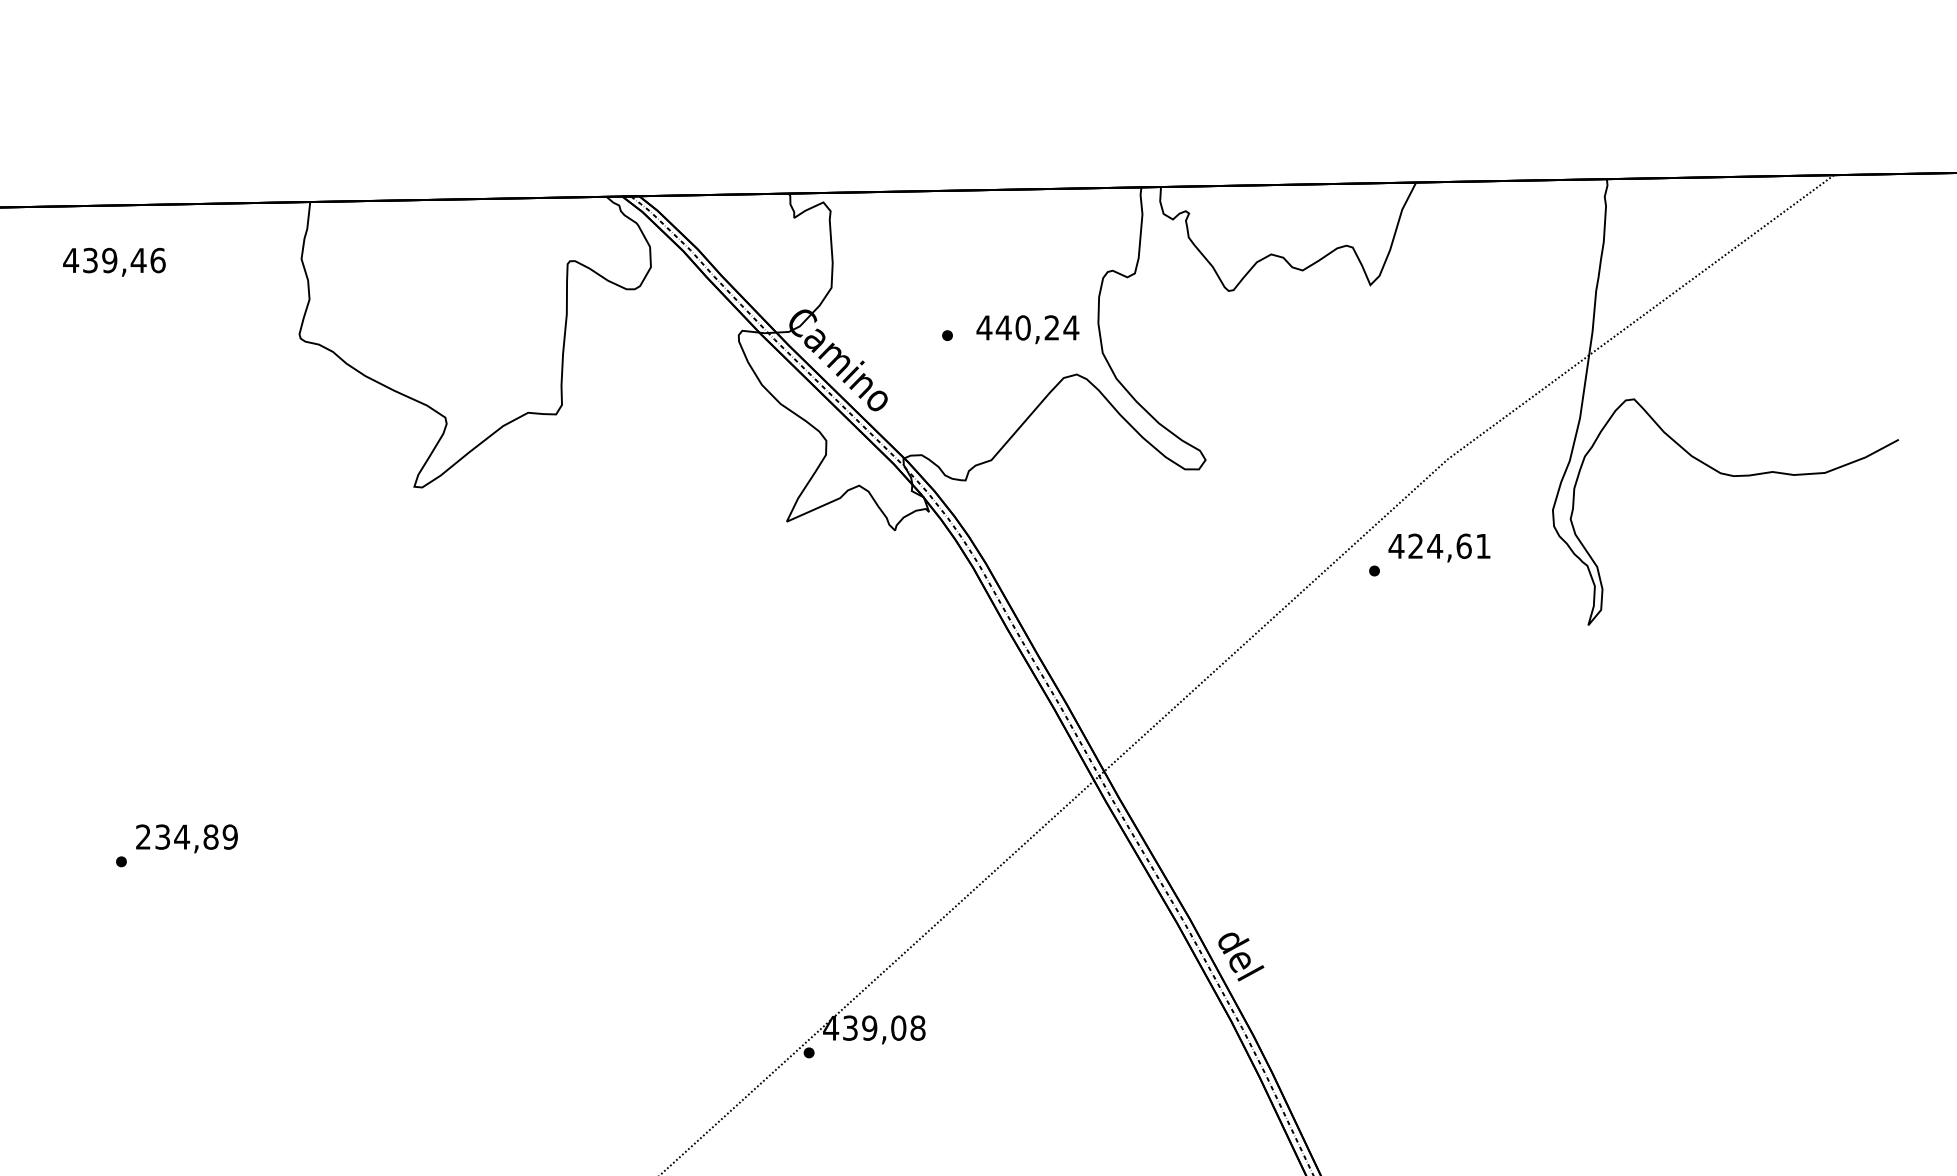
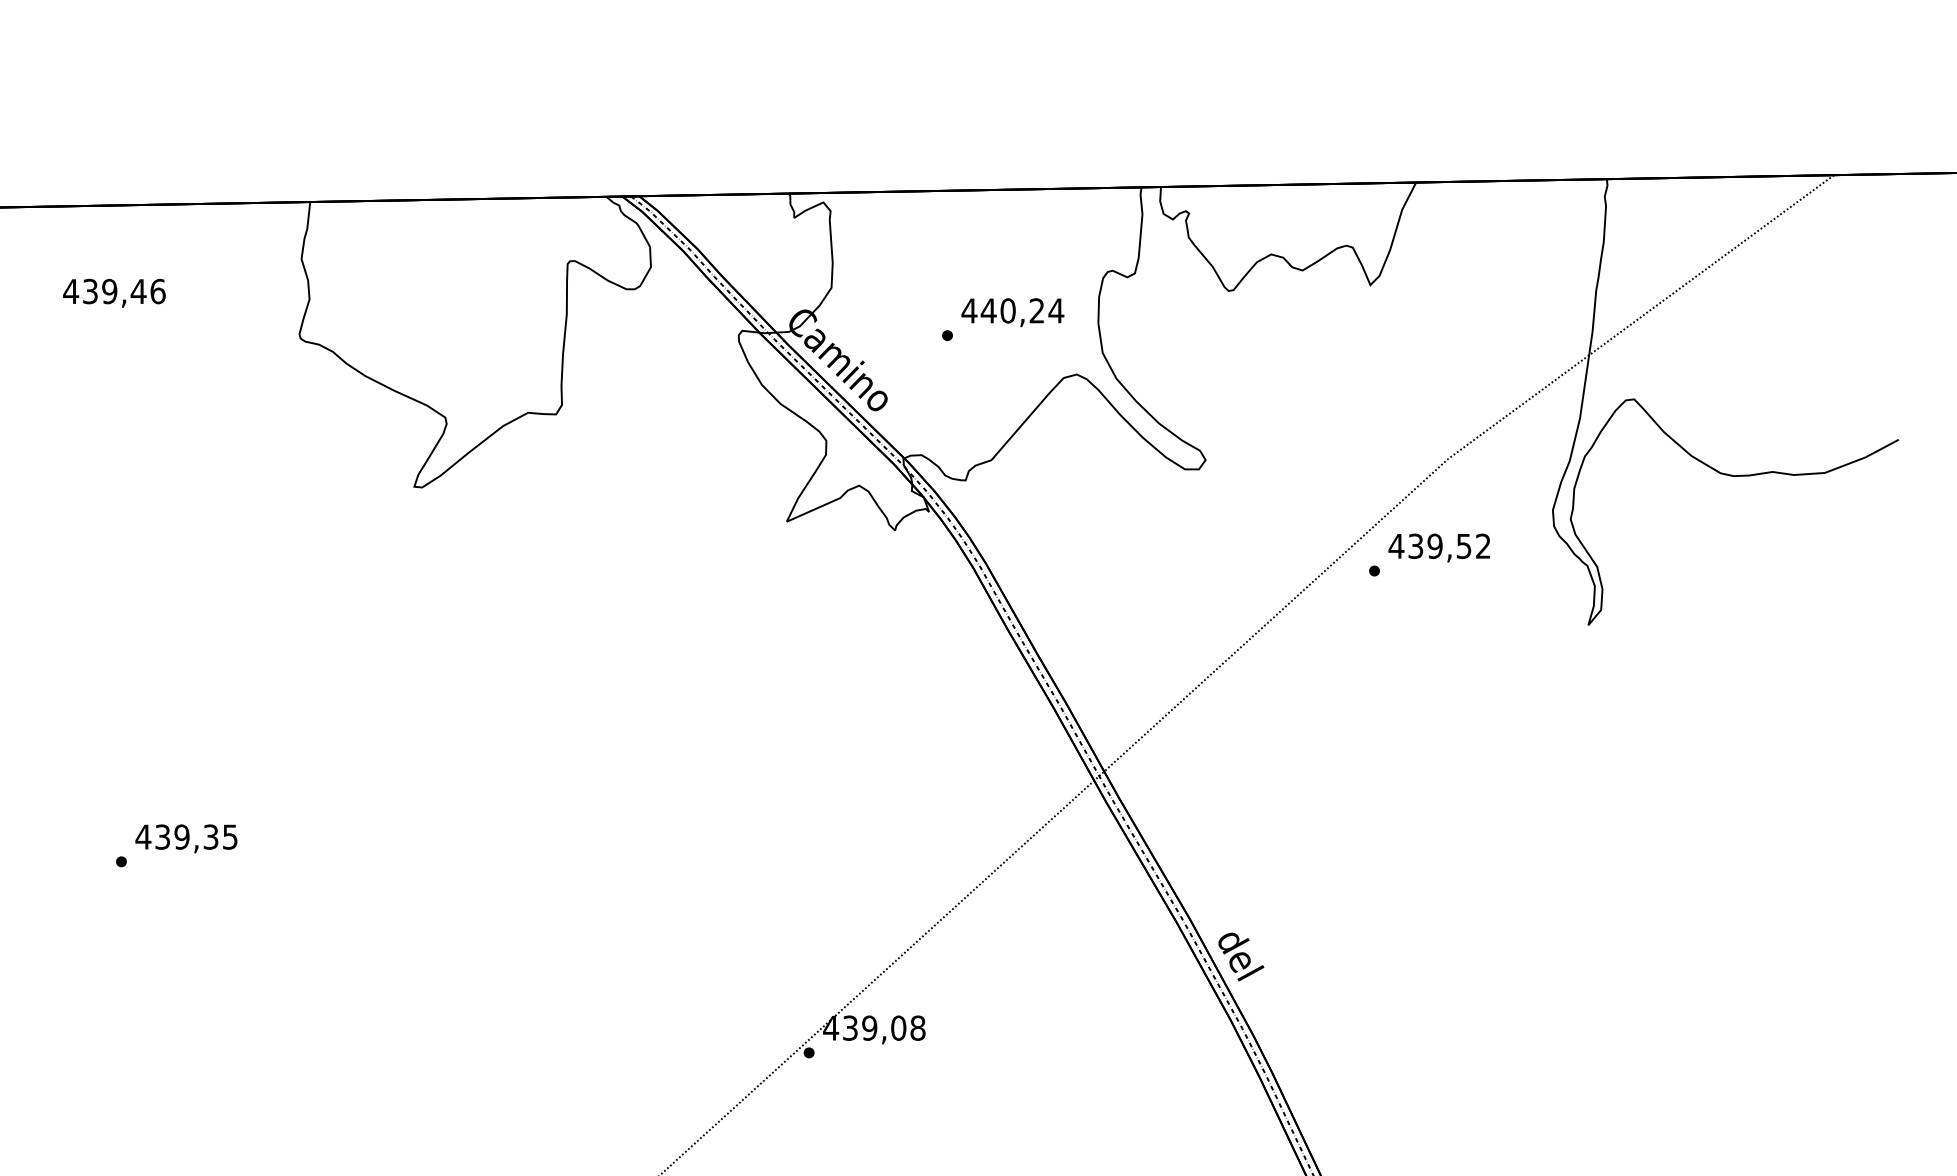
text at (114, 261) position: (114, 261) -> (114, 292)
text at (1027, 329) position: (1027, 329) -> (1012, 312)
text at (1449, 545): 424,61 -> 439,52
text at (186, 836): 234,89 -> 439,35
